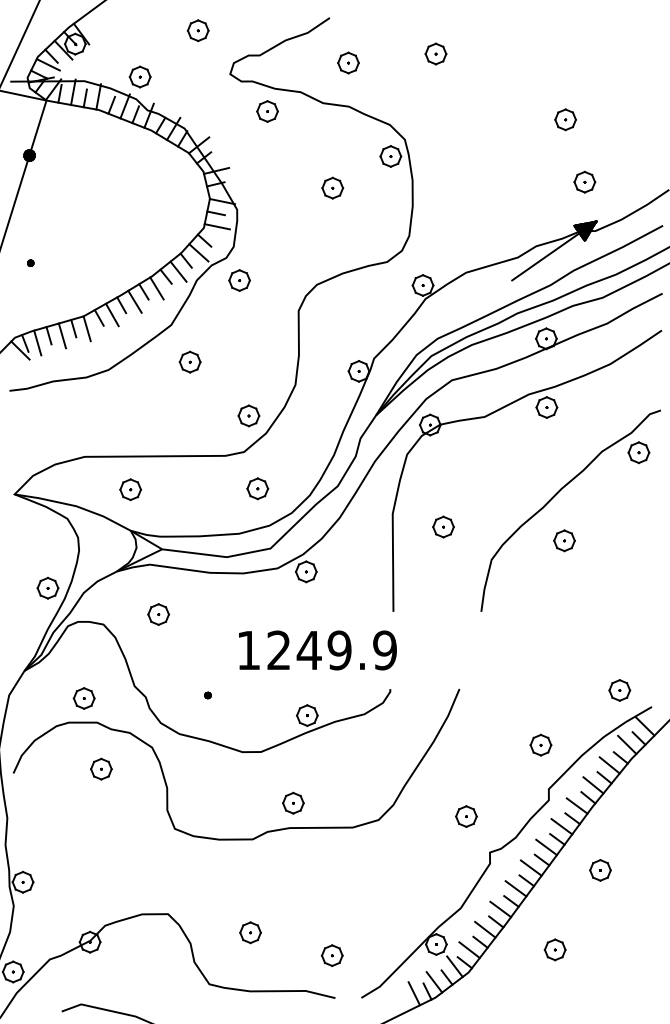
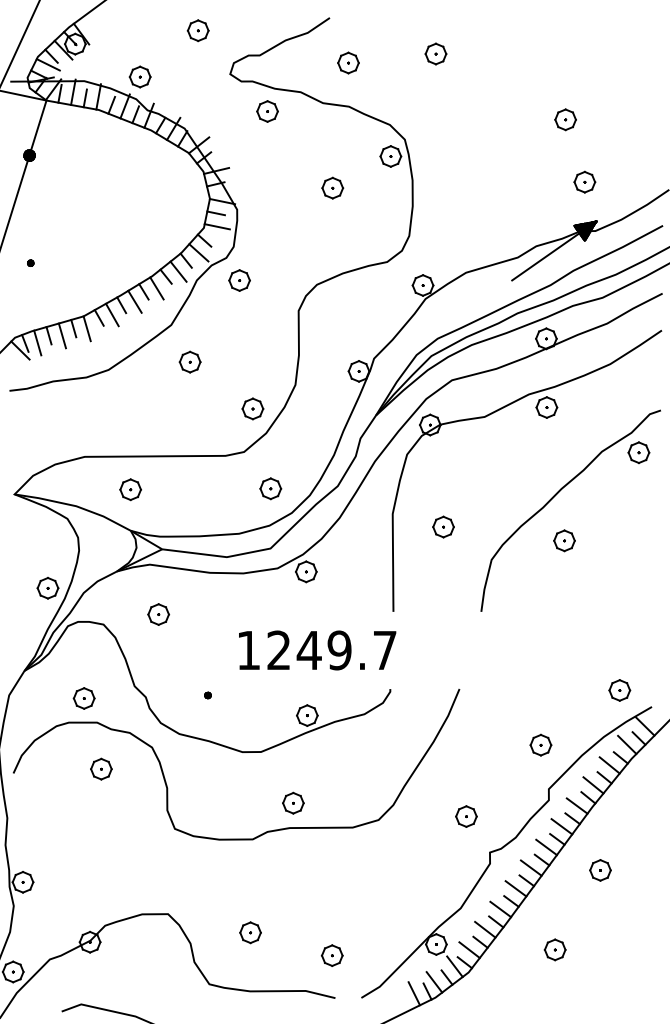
part at (248, 415) position: (248, 415) -> (252, 408)
part at (257, 488) position: (257, 488) -> (270, 488)
text at (384, 650): 1249.9 -> 1249.7
